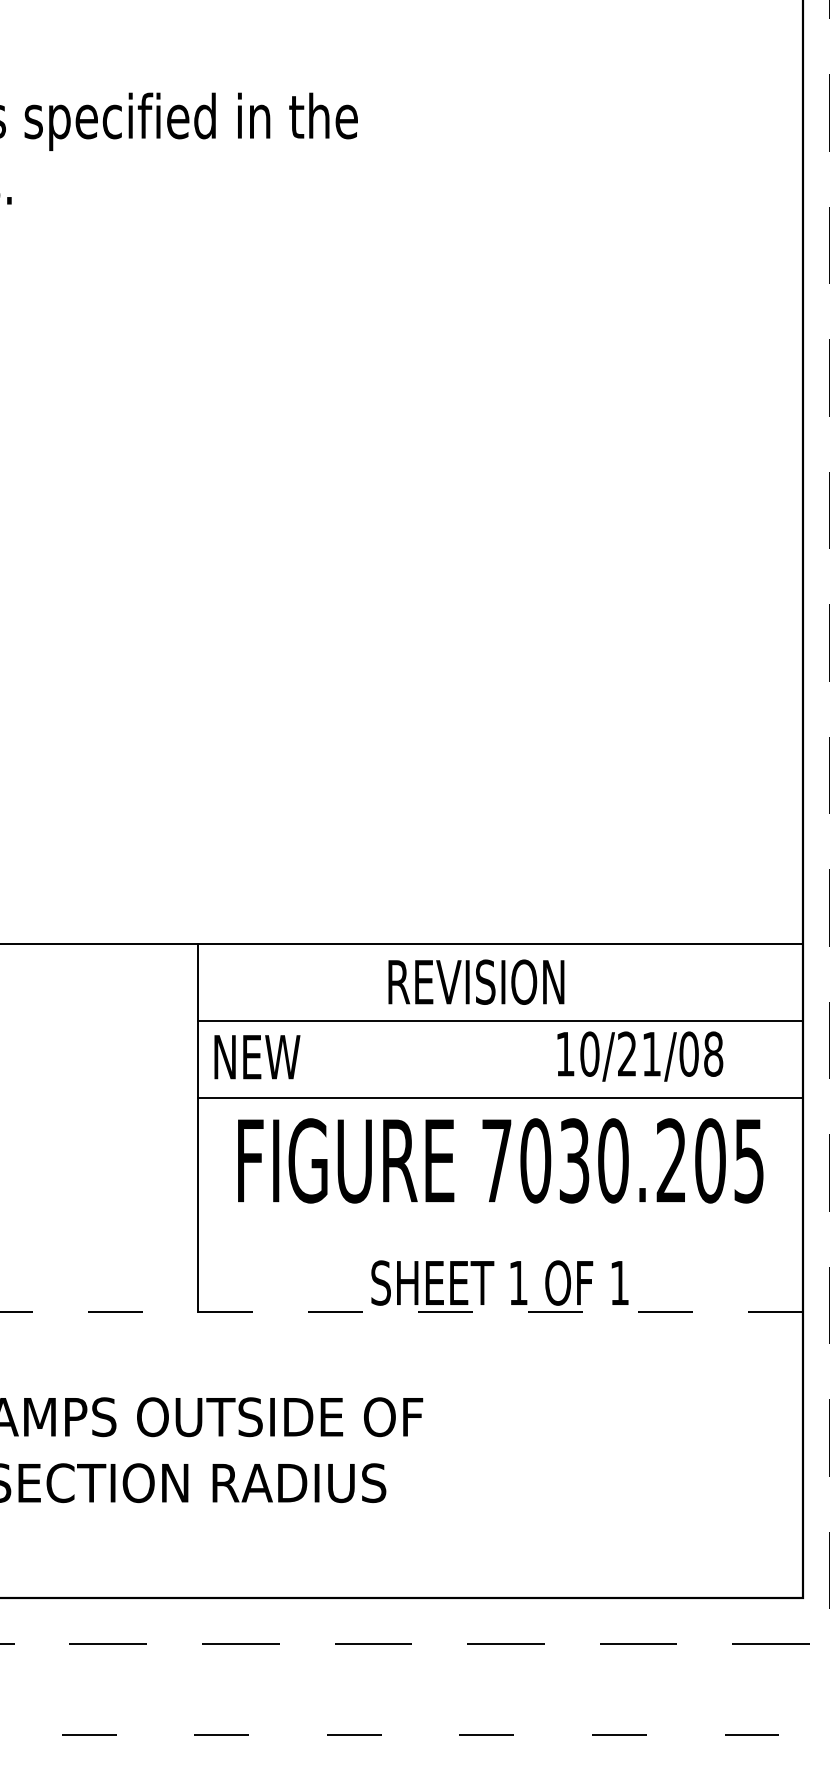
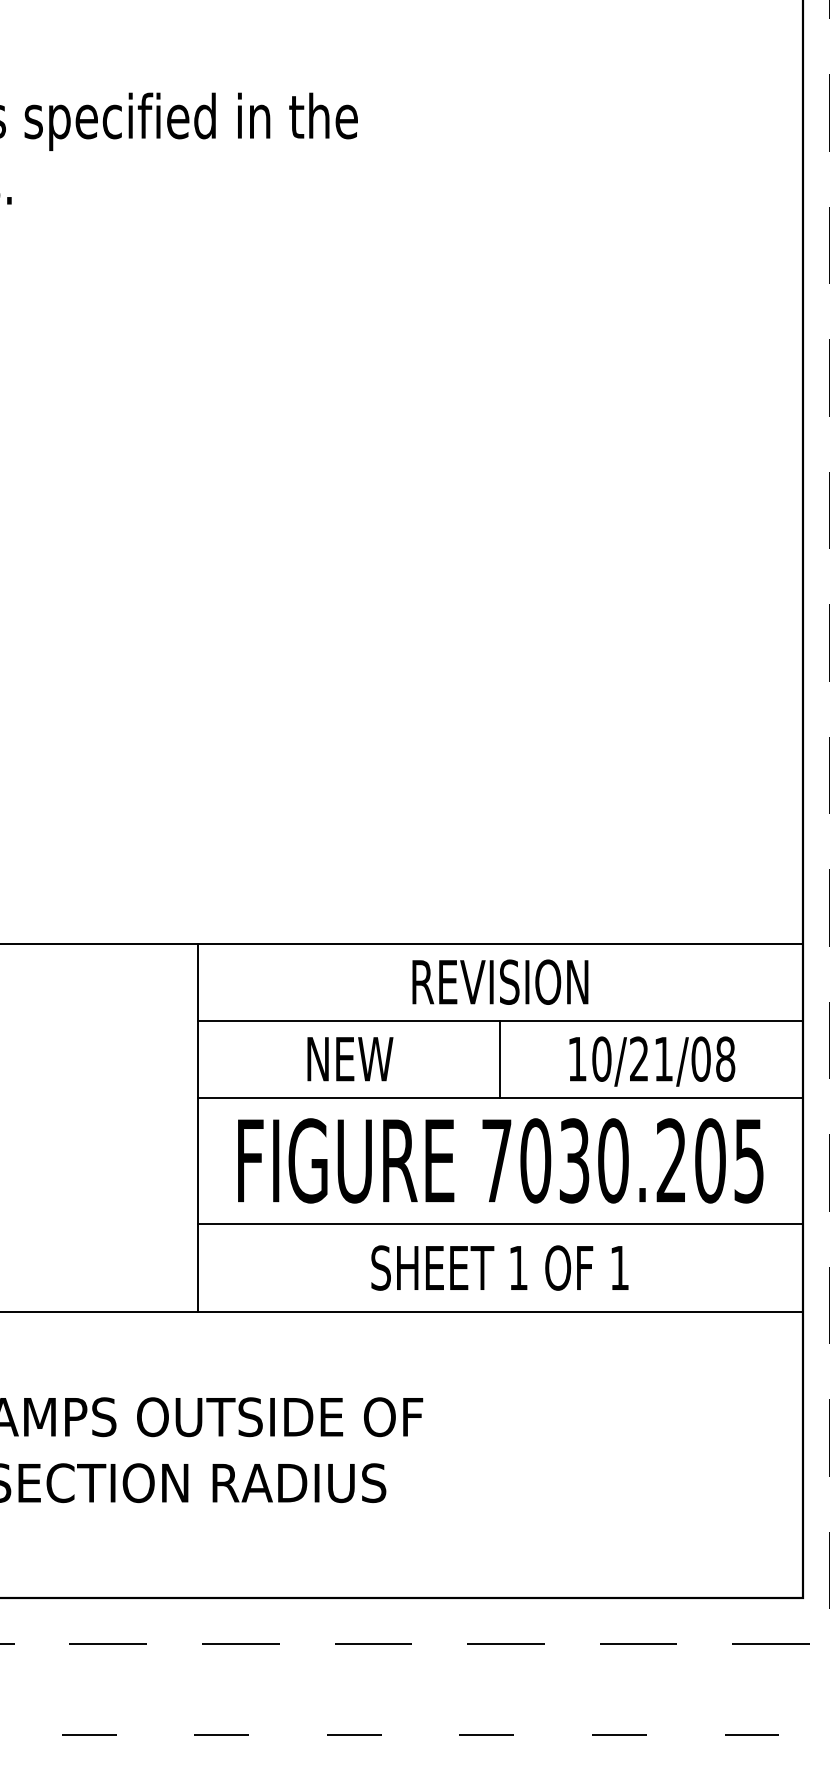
text at (476, 981) position: (476, 981) -> (500, 981)
text at (640, 1056) position: (640, 1056) -> (652, 1061)
text at (257, 1057) position: (257, 1057) -> (350, 1059)
line at (500, 1058): none -> present
line at (500, 1224): none -> present
text at (499, 1282) position: (499, 1282) -> (499, 1267)
line at (400, 1312): dashed -> solid
